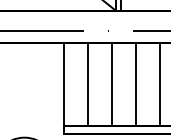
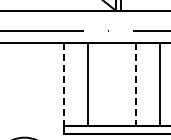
line at (112, 84): present -> none
line at (136, 84): solid -> dashed
line at (64, 88): solid -> dashed
